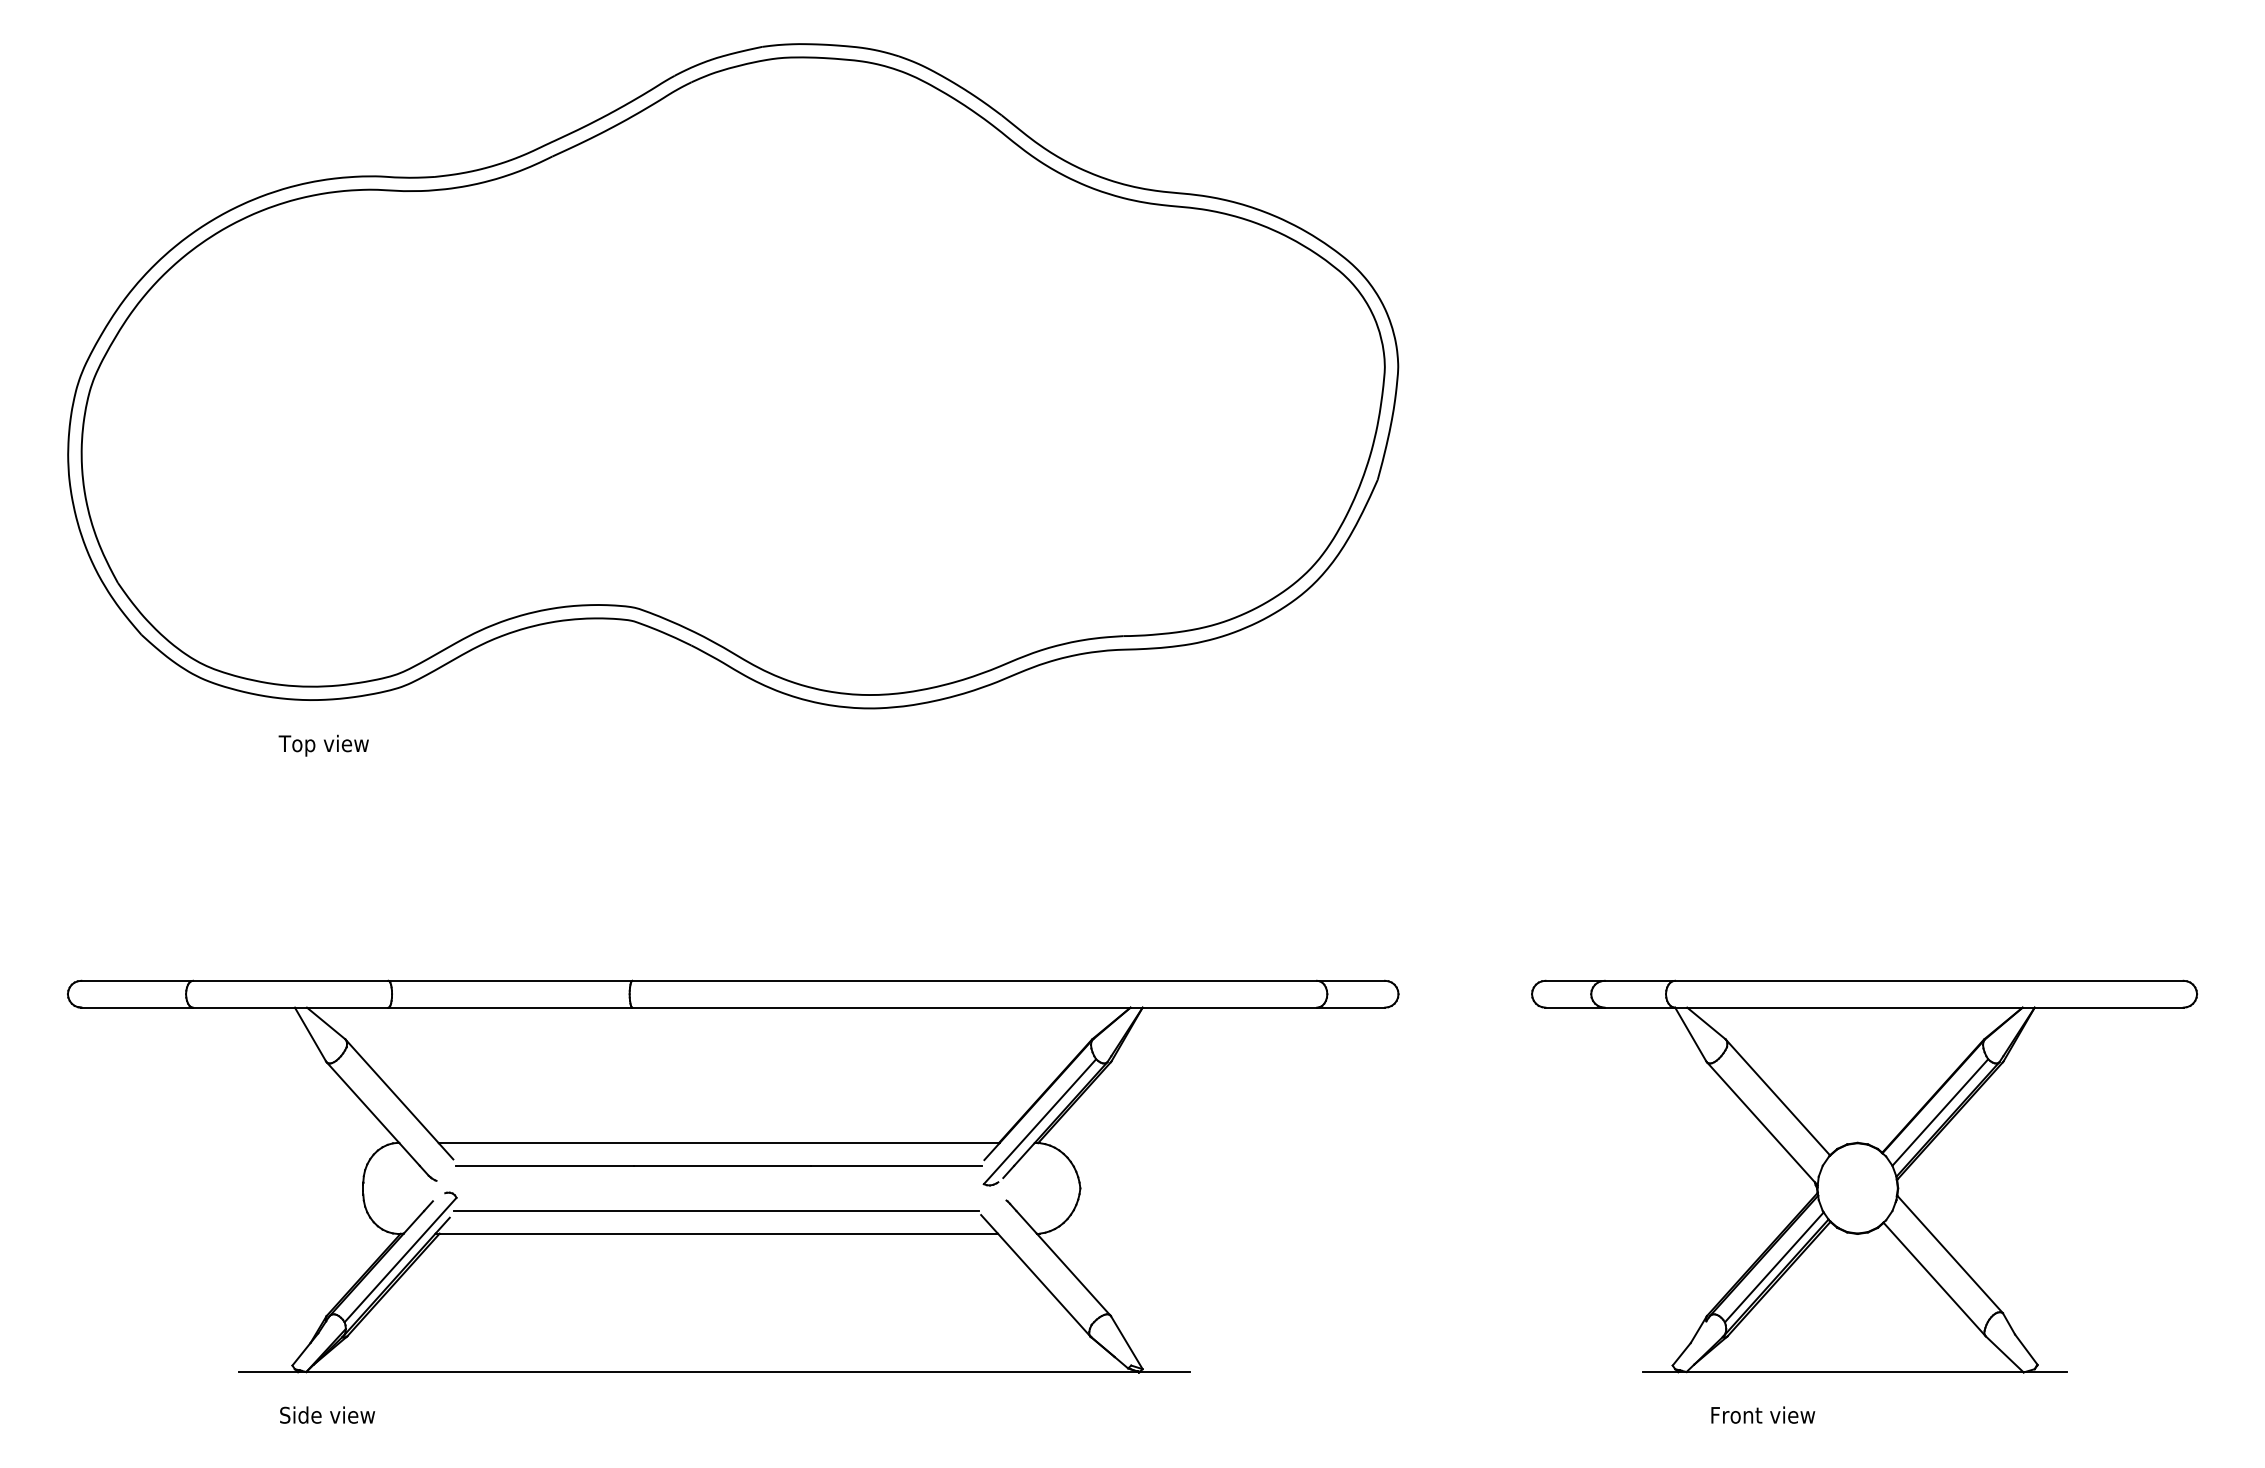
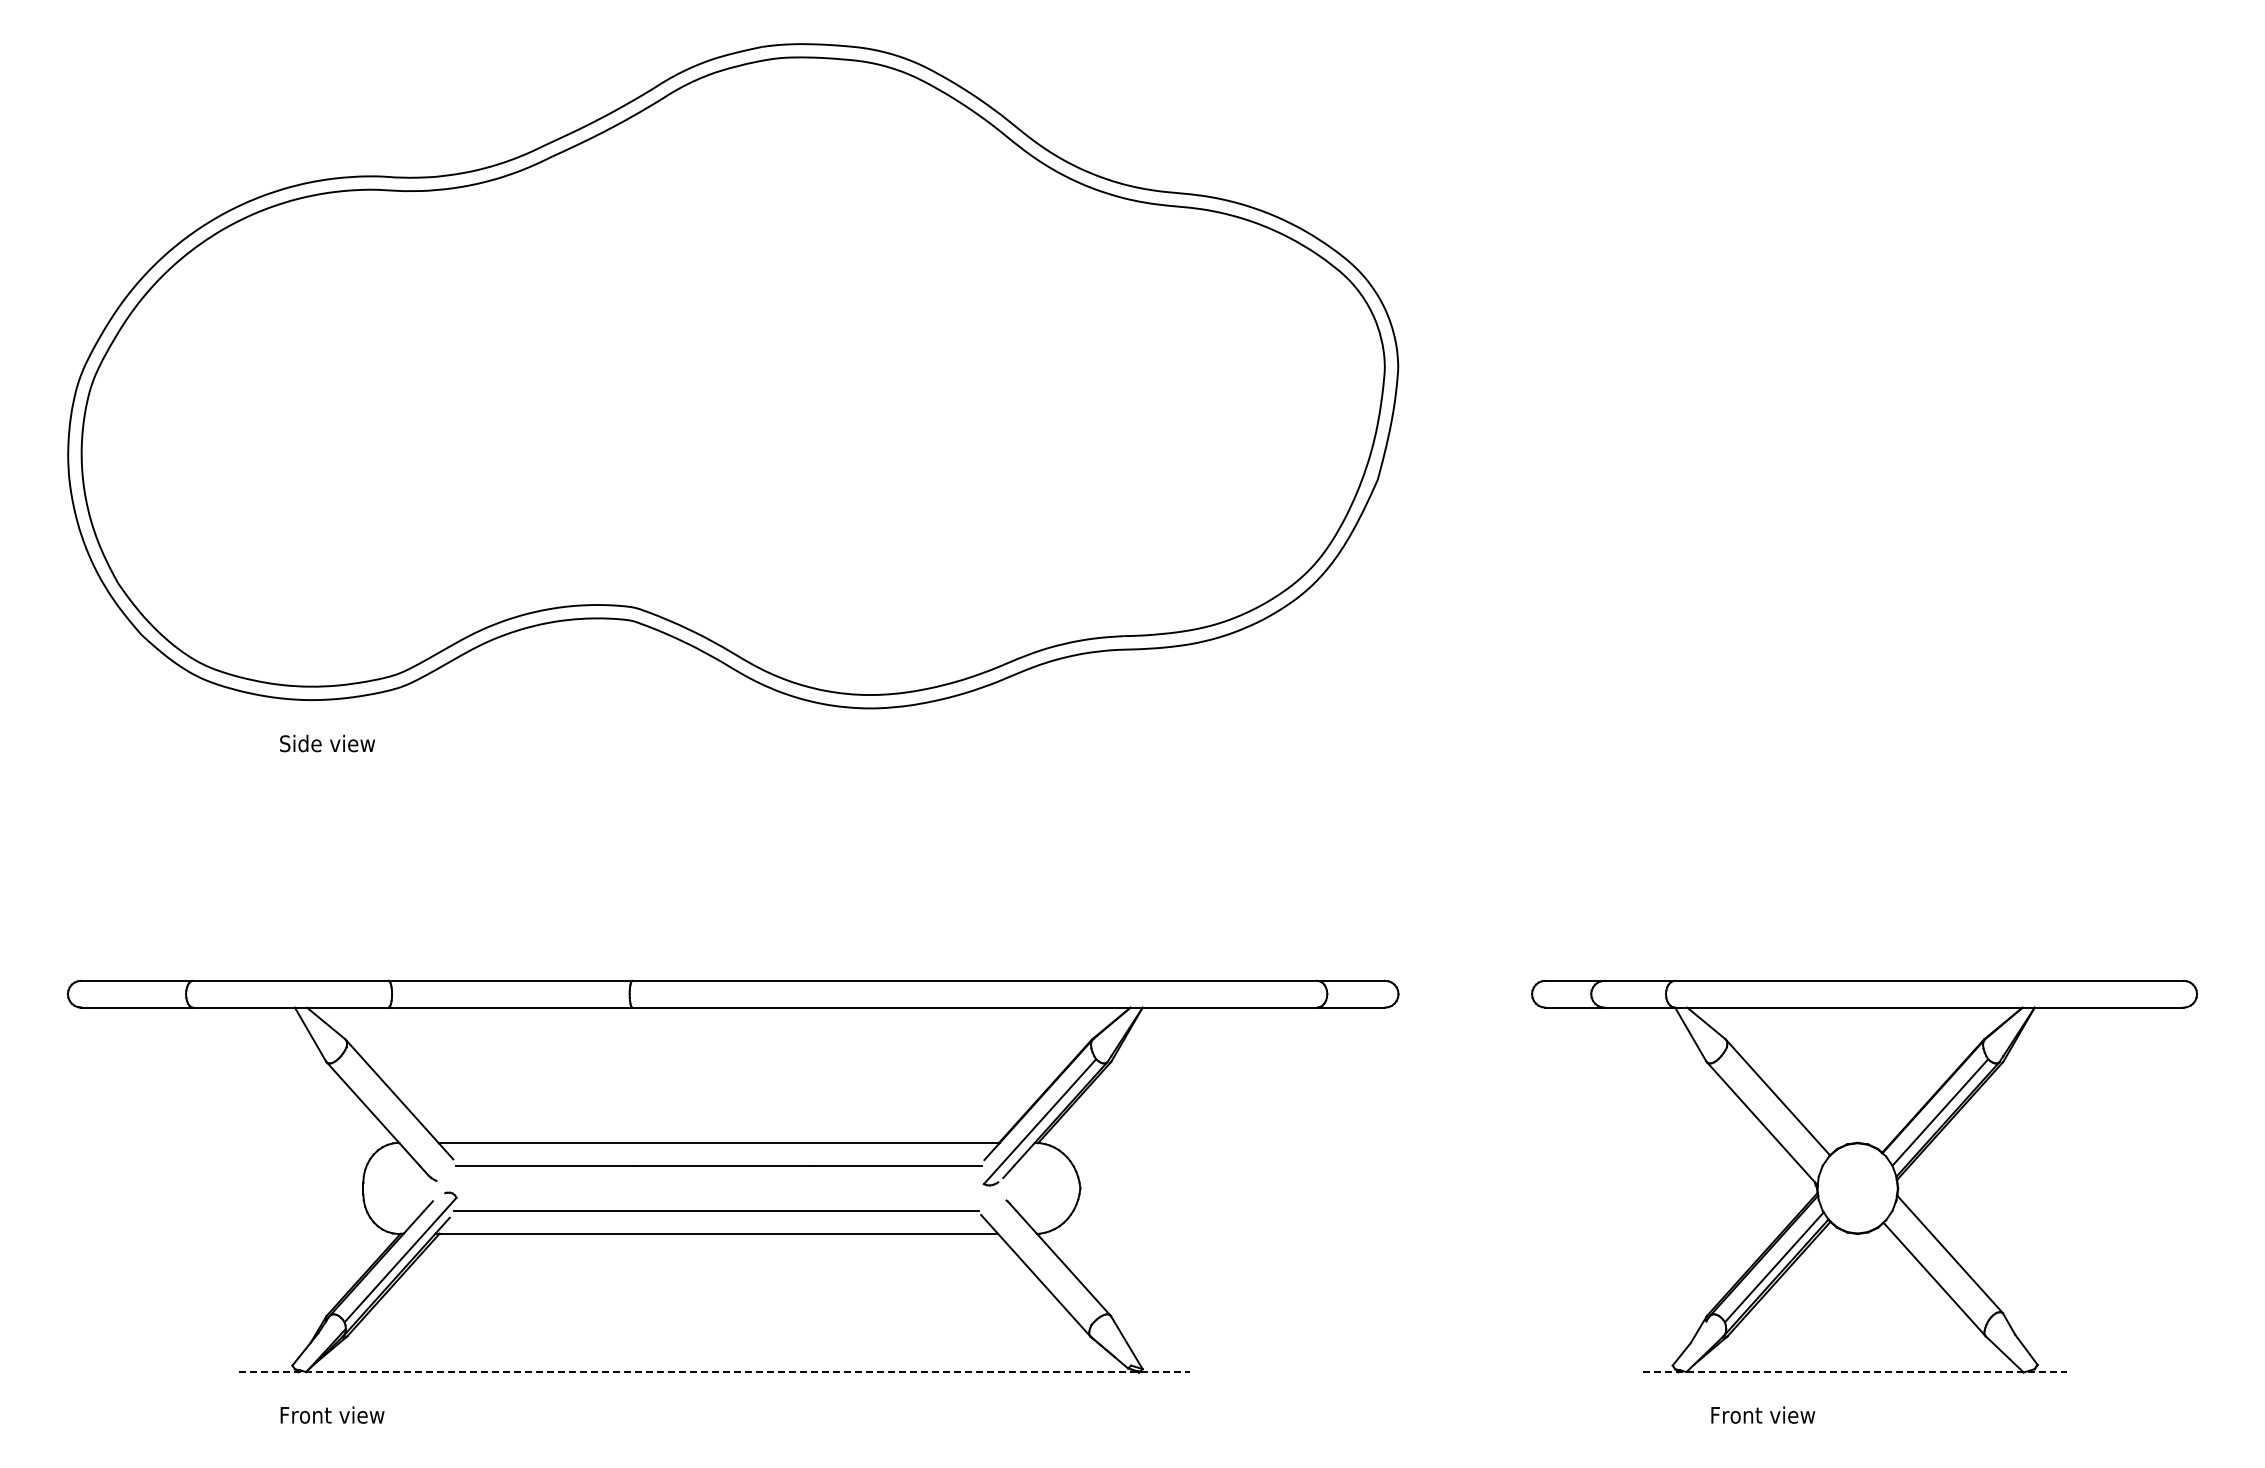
text at (326, 745): Top view -> Side view
line at (715, 1371): solid -> dashed
line at (1855, 1371): solid -> dashed
text at (332, 1414): Side view -> Front view
